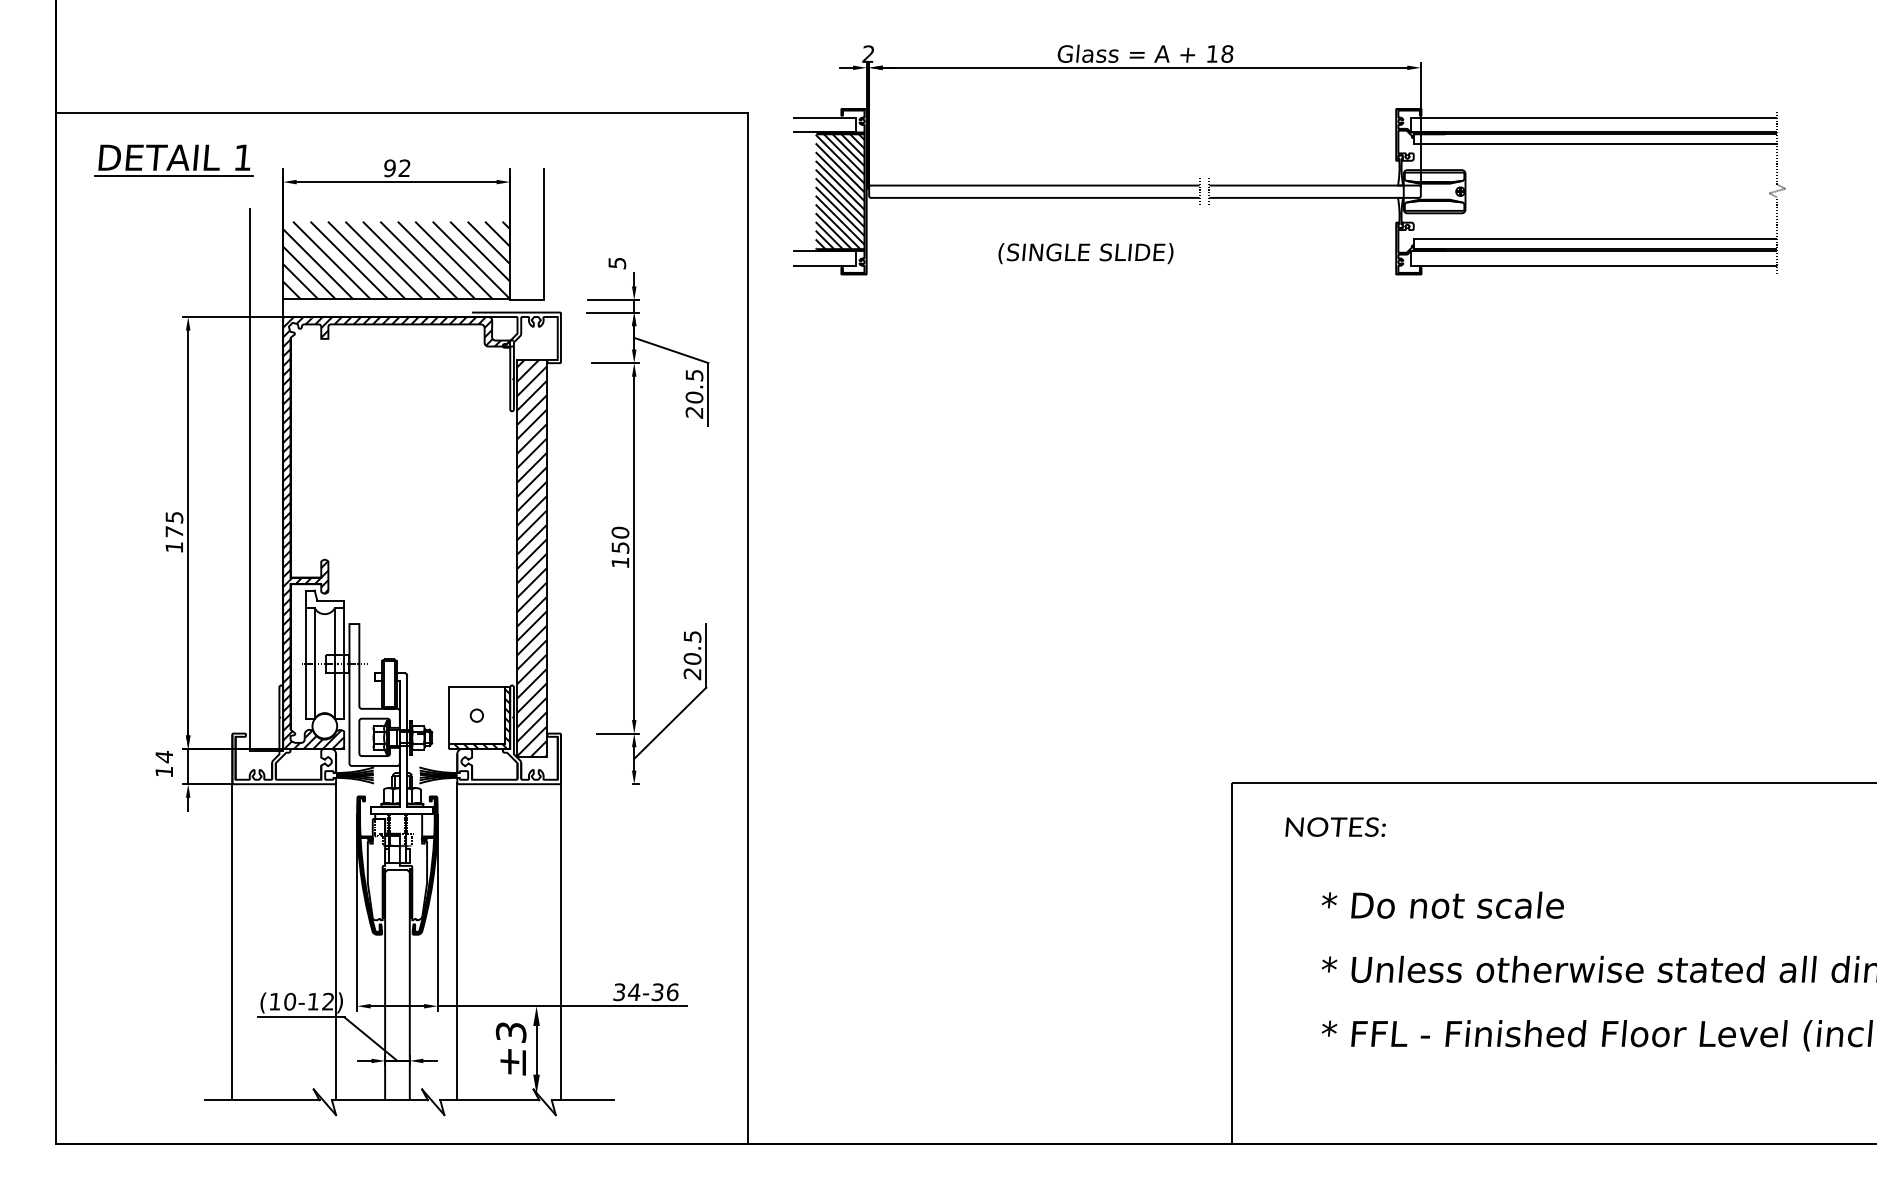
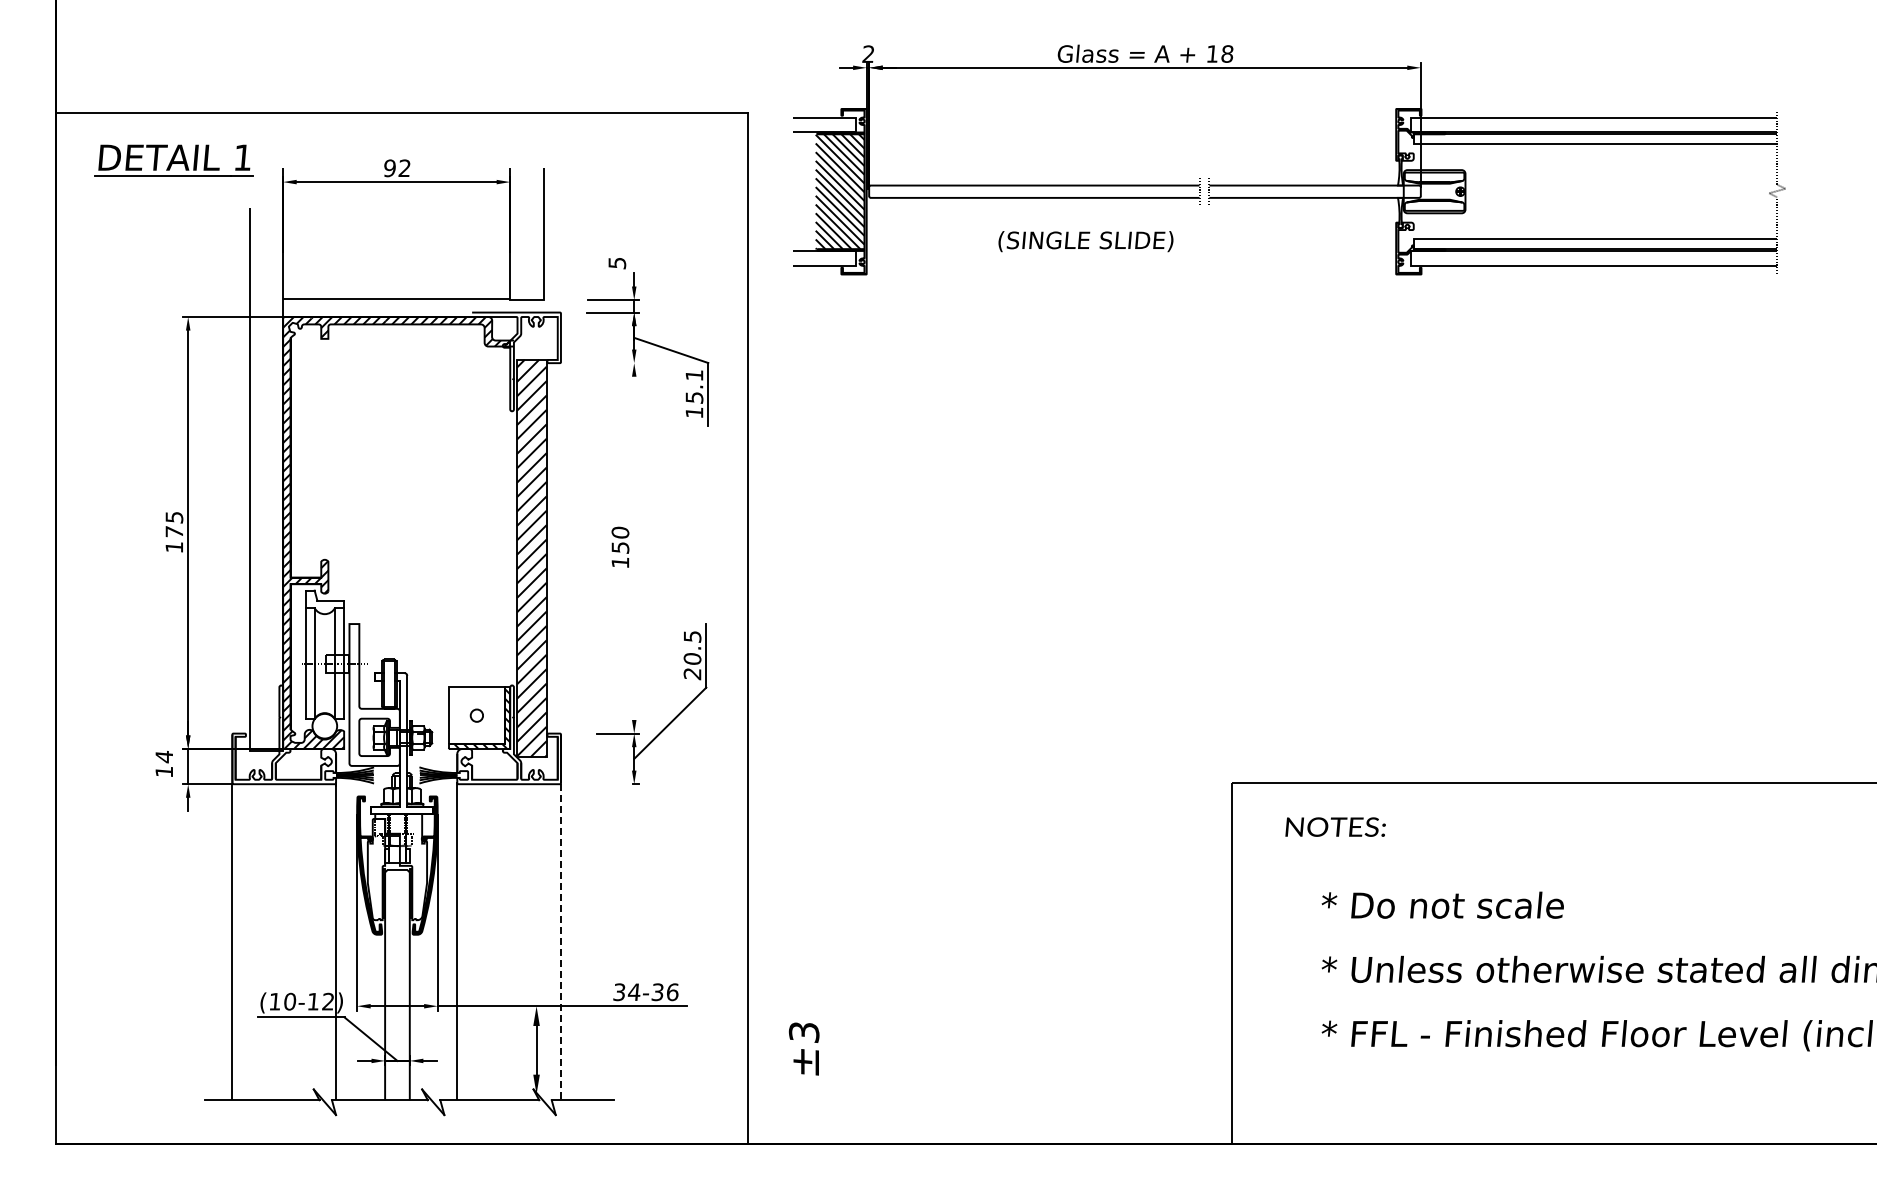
text at (1085, 253) position: (1085, 253) -> (1085, 241)
hatch at (396, 260): present -> none
line at (615, 363): present -> none
text at (694, 394): 20.5 -> 15.1
line at (634, 548): present -> none
line at (561, 942): solid -> dashed
text at (510, 1048) position: (510, 1048) -> (803, 1048)
